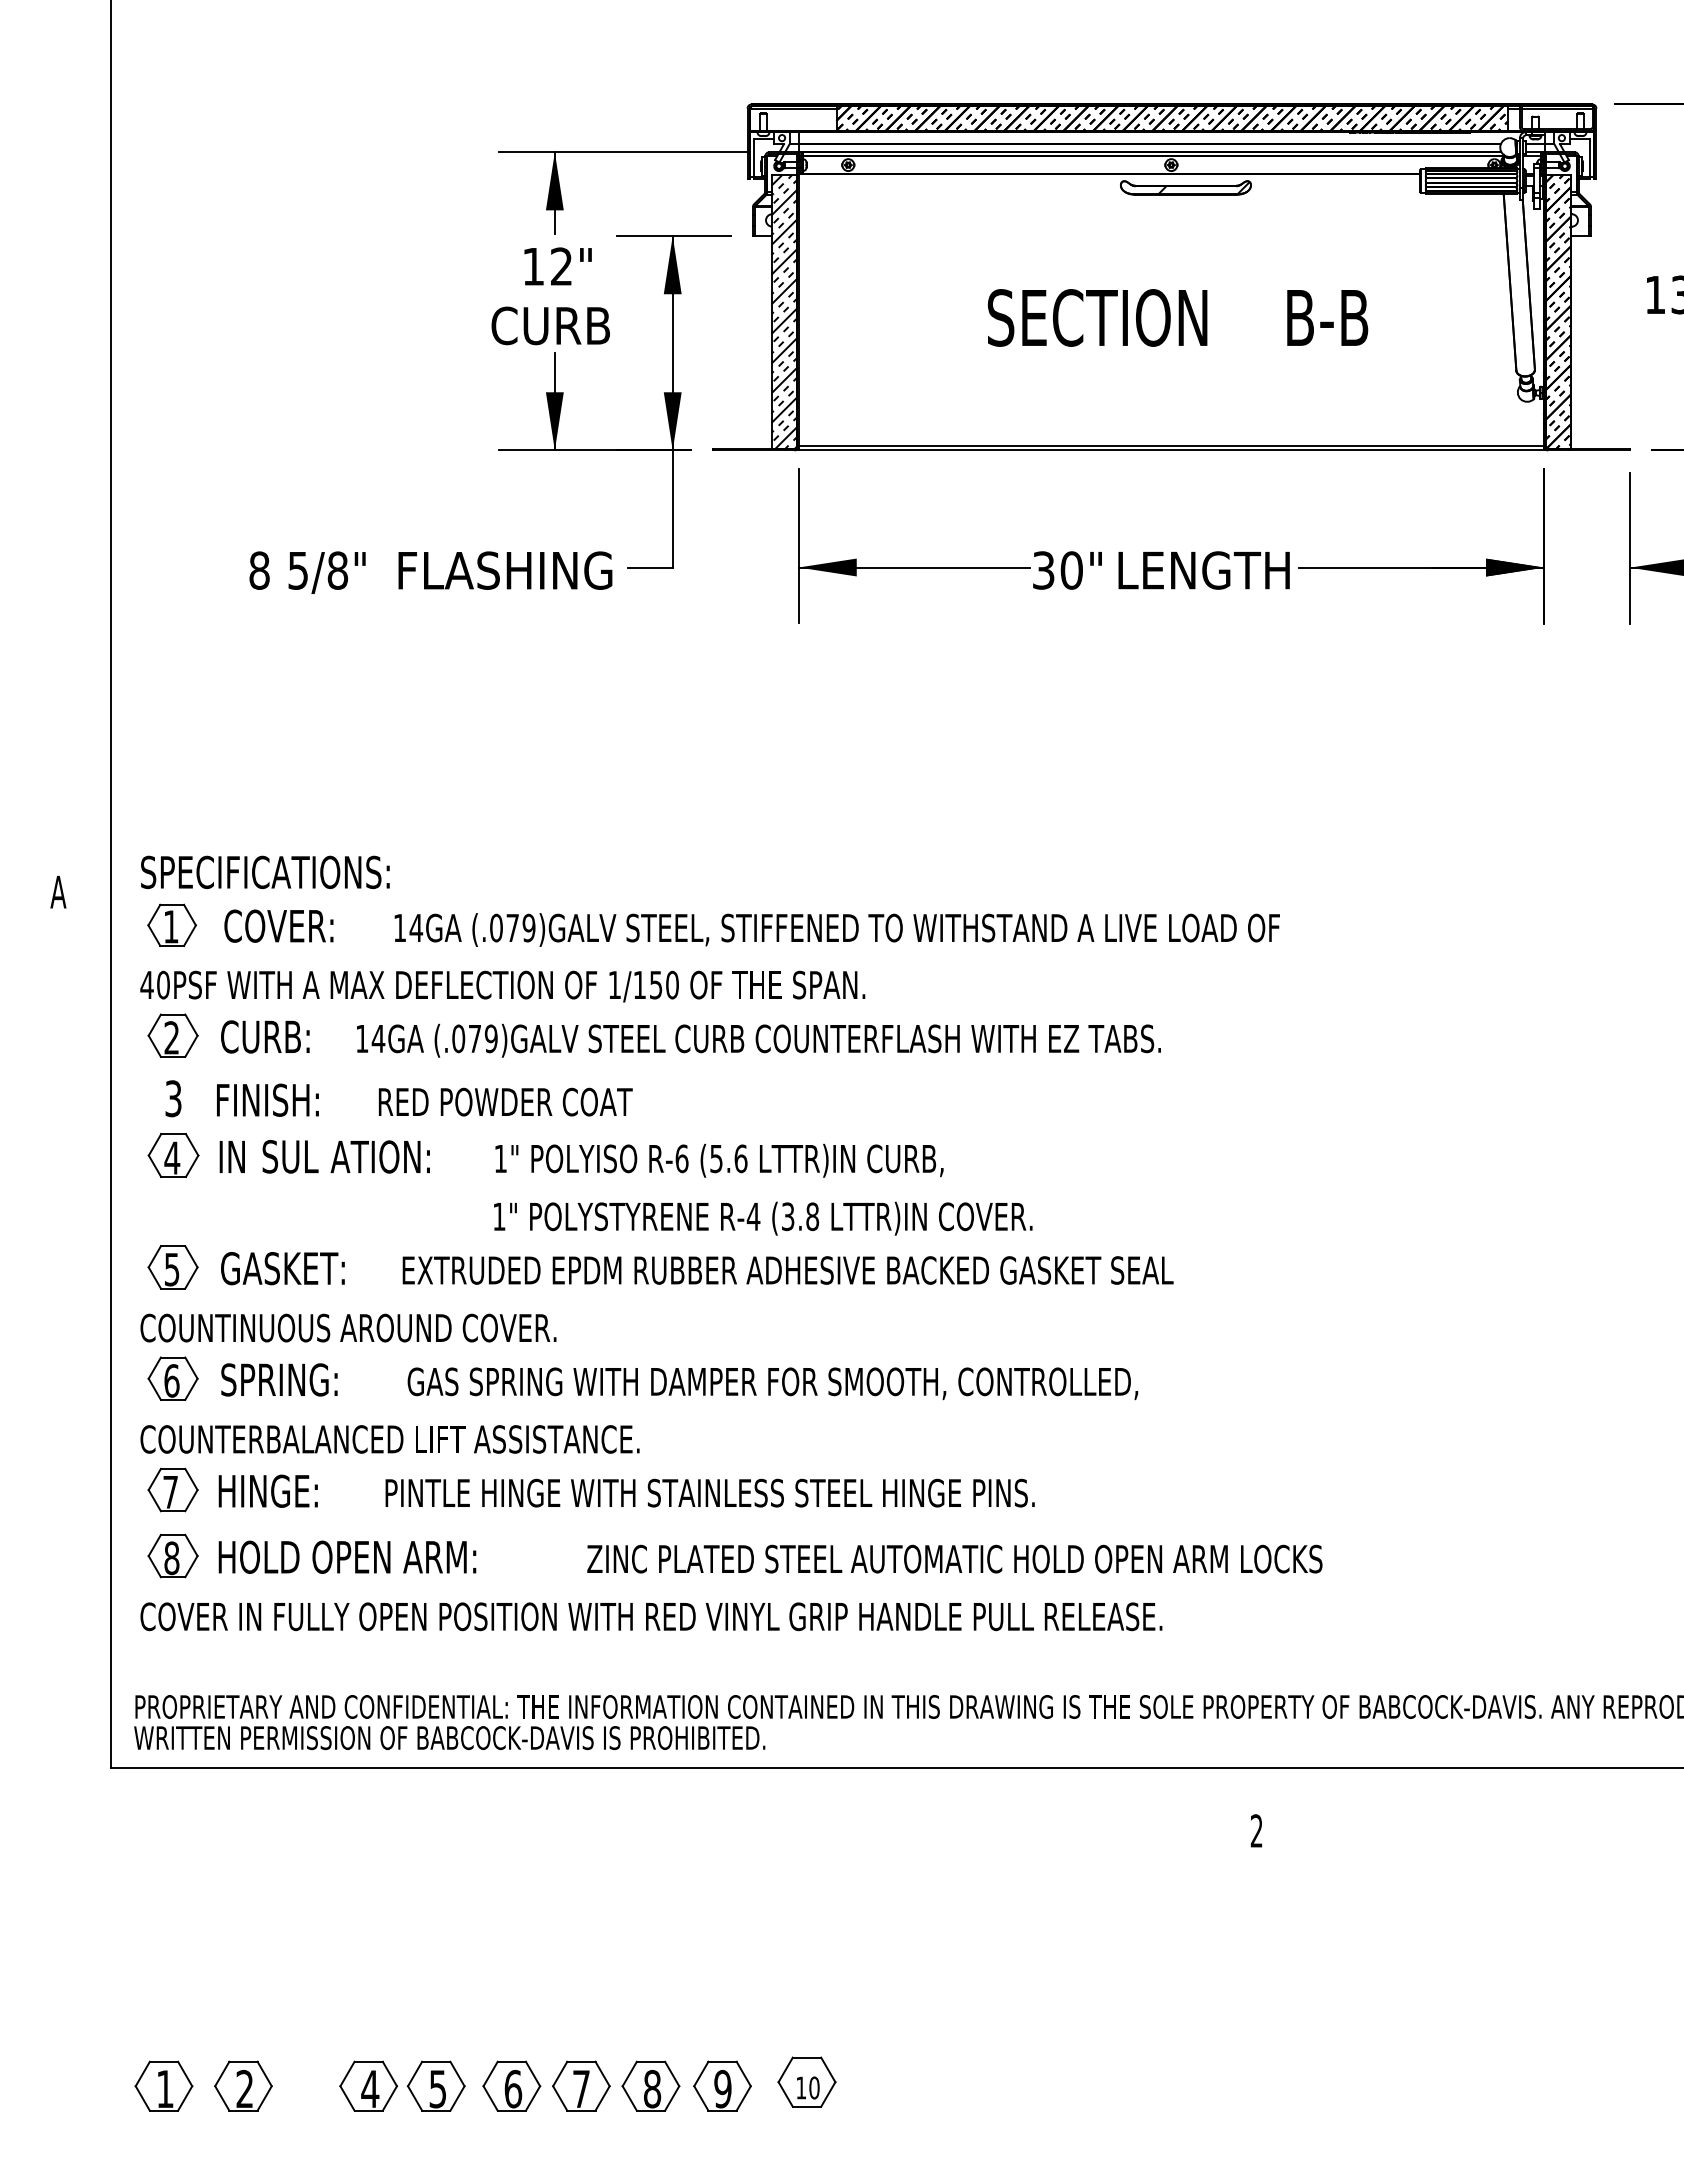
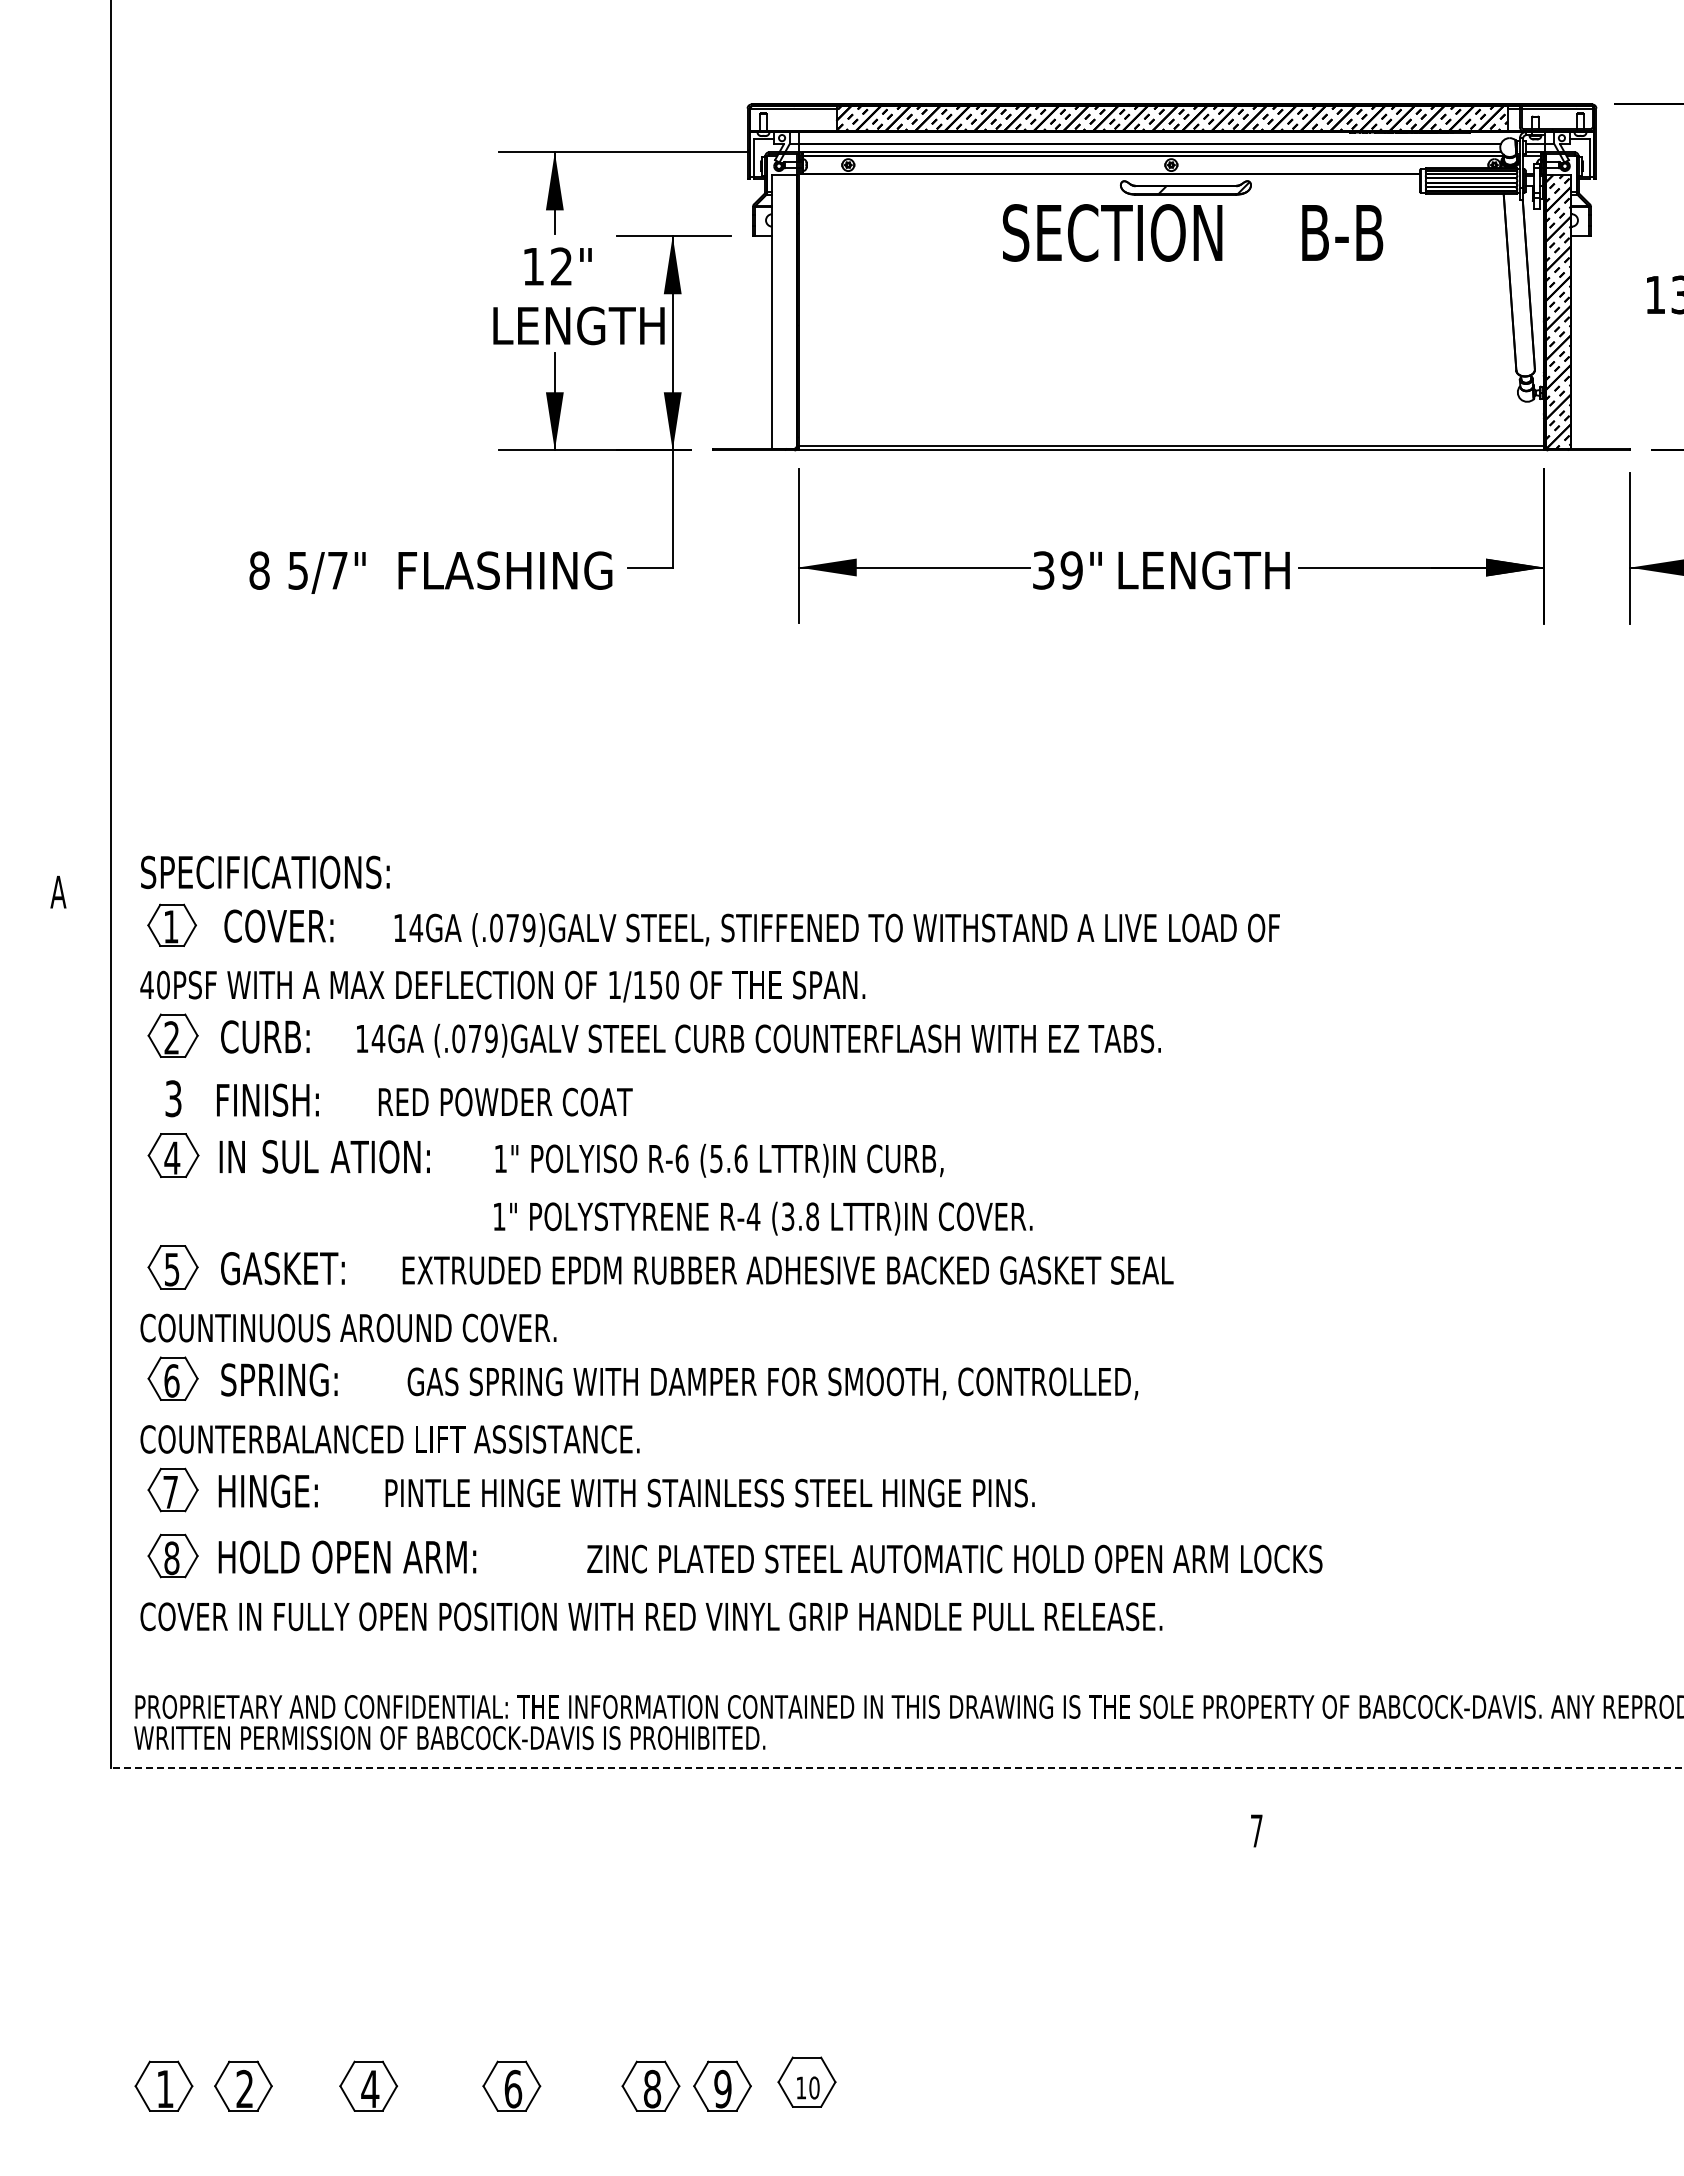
hatch at (783, 311): present -> none
text at (1177, 317) position: (1177, 317) -> (1192, 232)
text at (577, 325): CURB -> LENGTH
text at (337, 570): 5/8" -> 5/7"
text at (1071, 570): 30" -> 39"
line at (896, 1767): solid -> dashed
text at (1256, 1830): 2 -> 7
part at (435, 2085): present -> none
part at (581, 2085): present -> none
